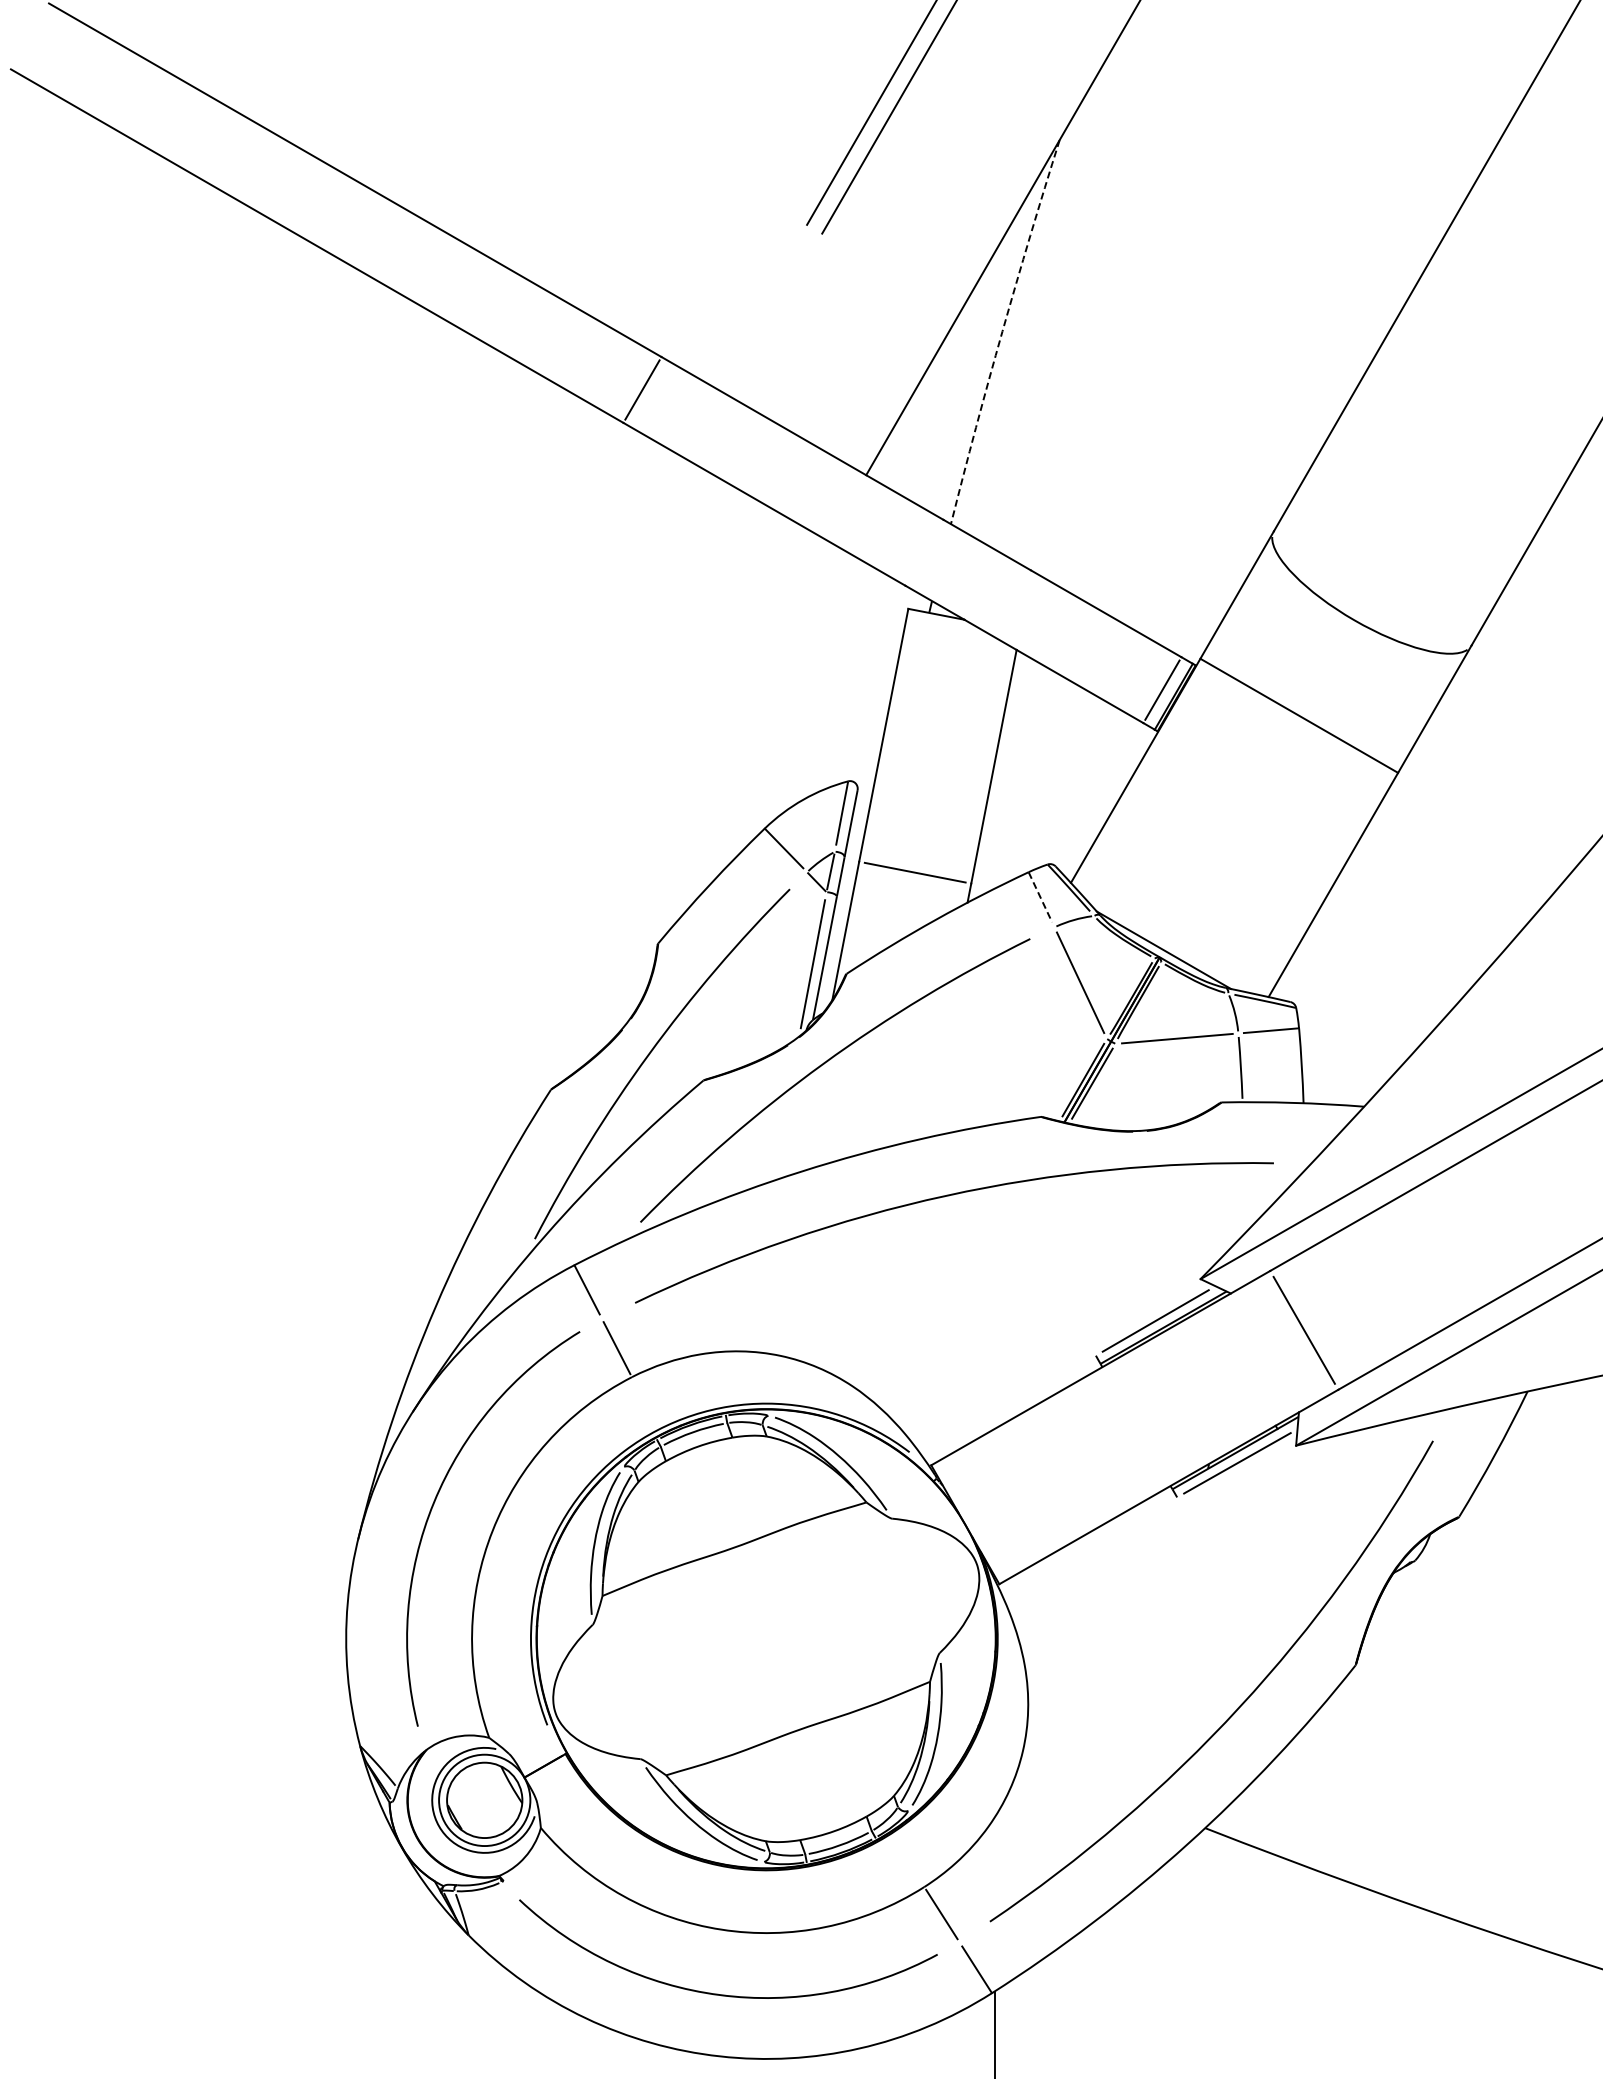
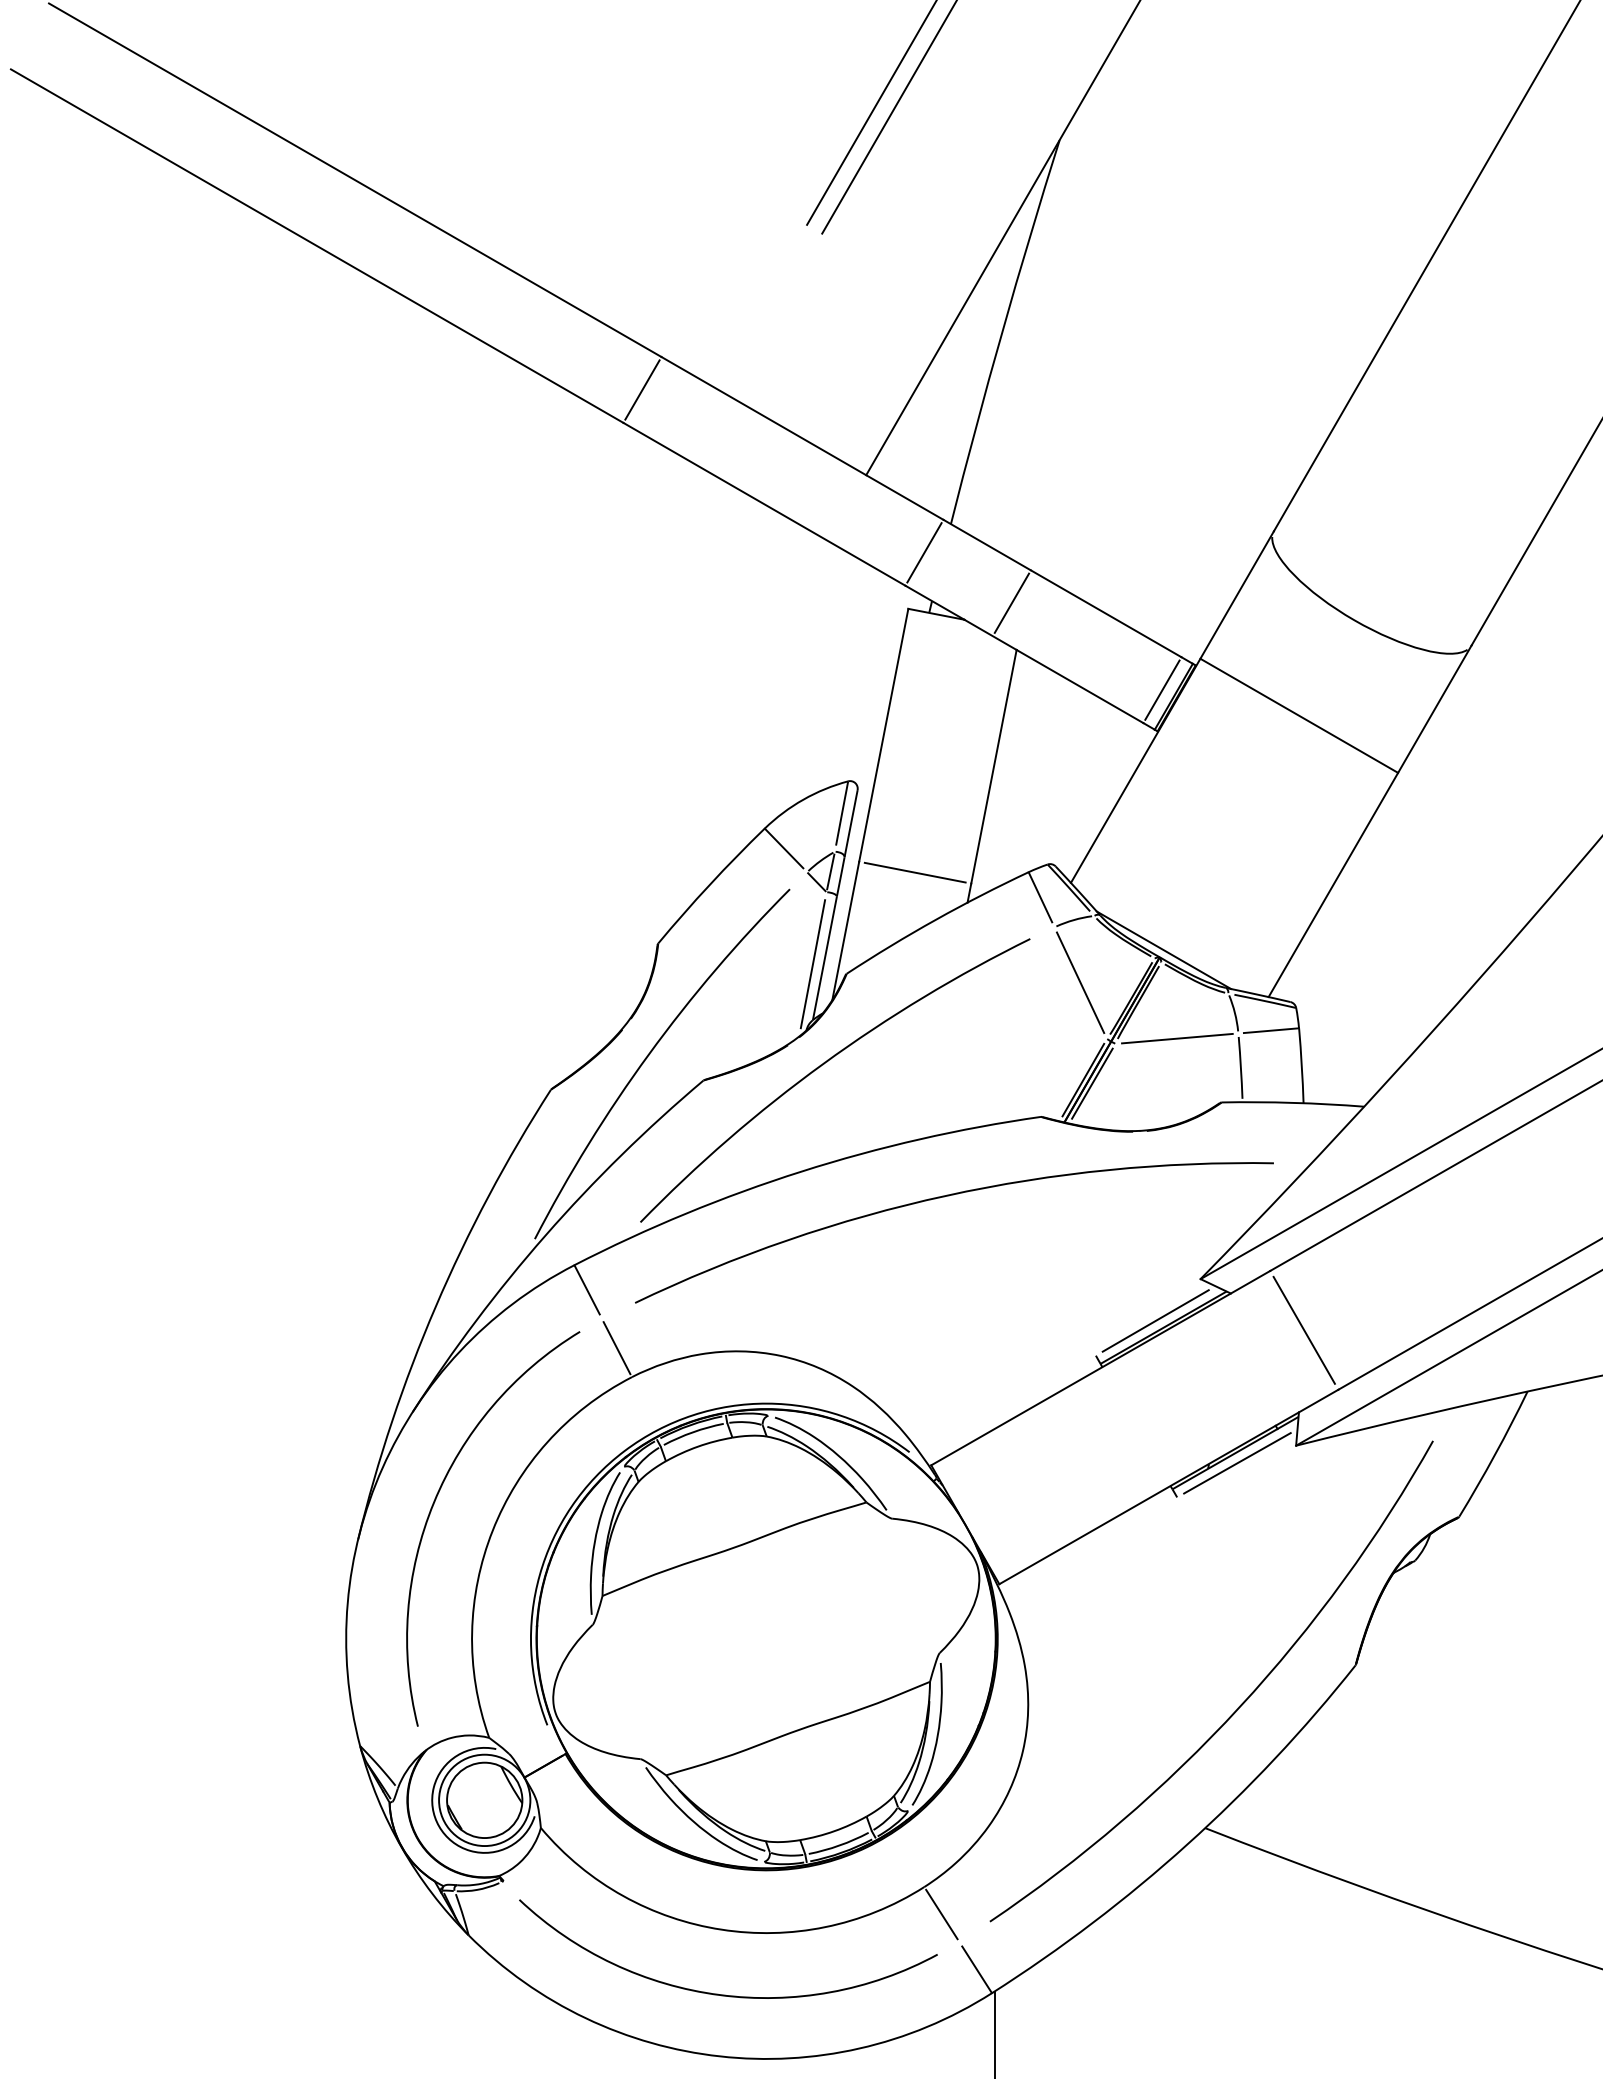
arc at (1002, 331): dashed -> solid
line at (924, 552): none -> present
line at (1011, 602): none -> present
line at (1040, 897): dashed -> solid
